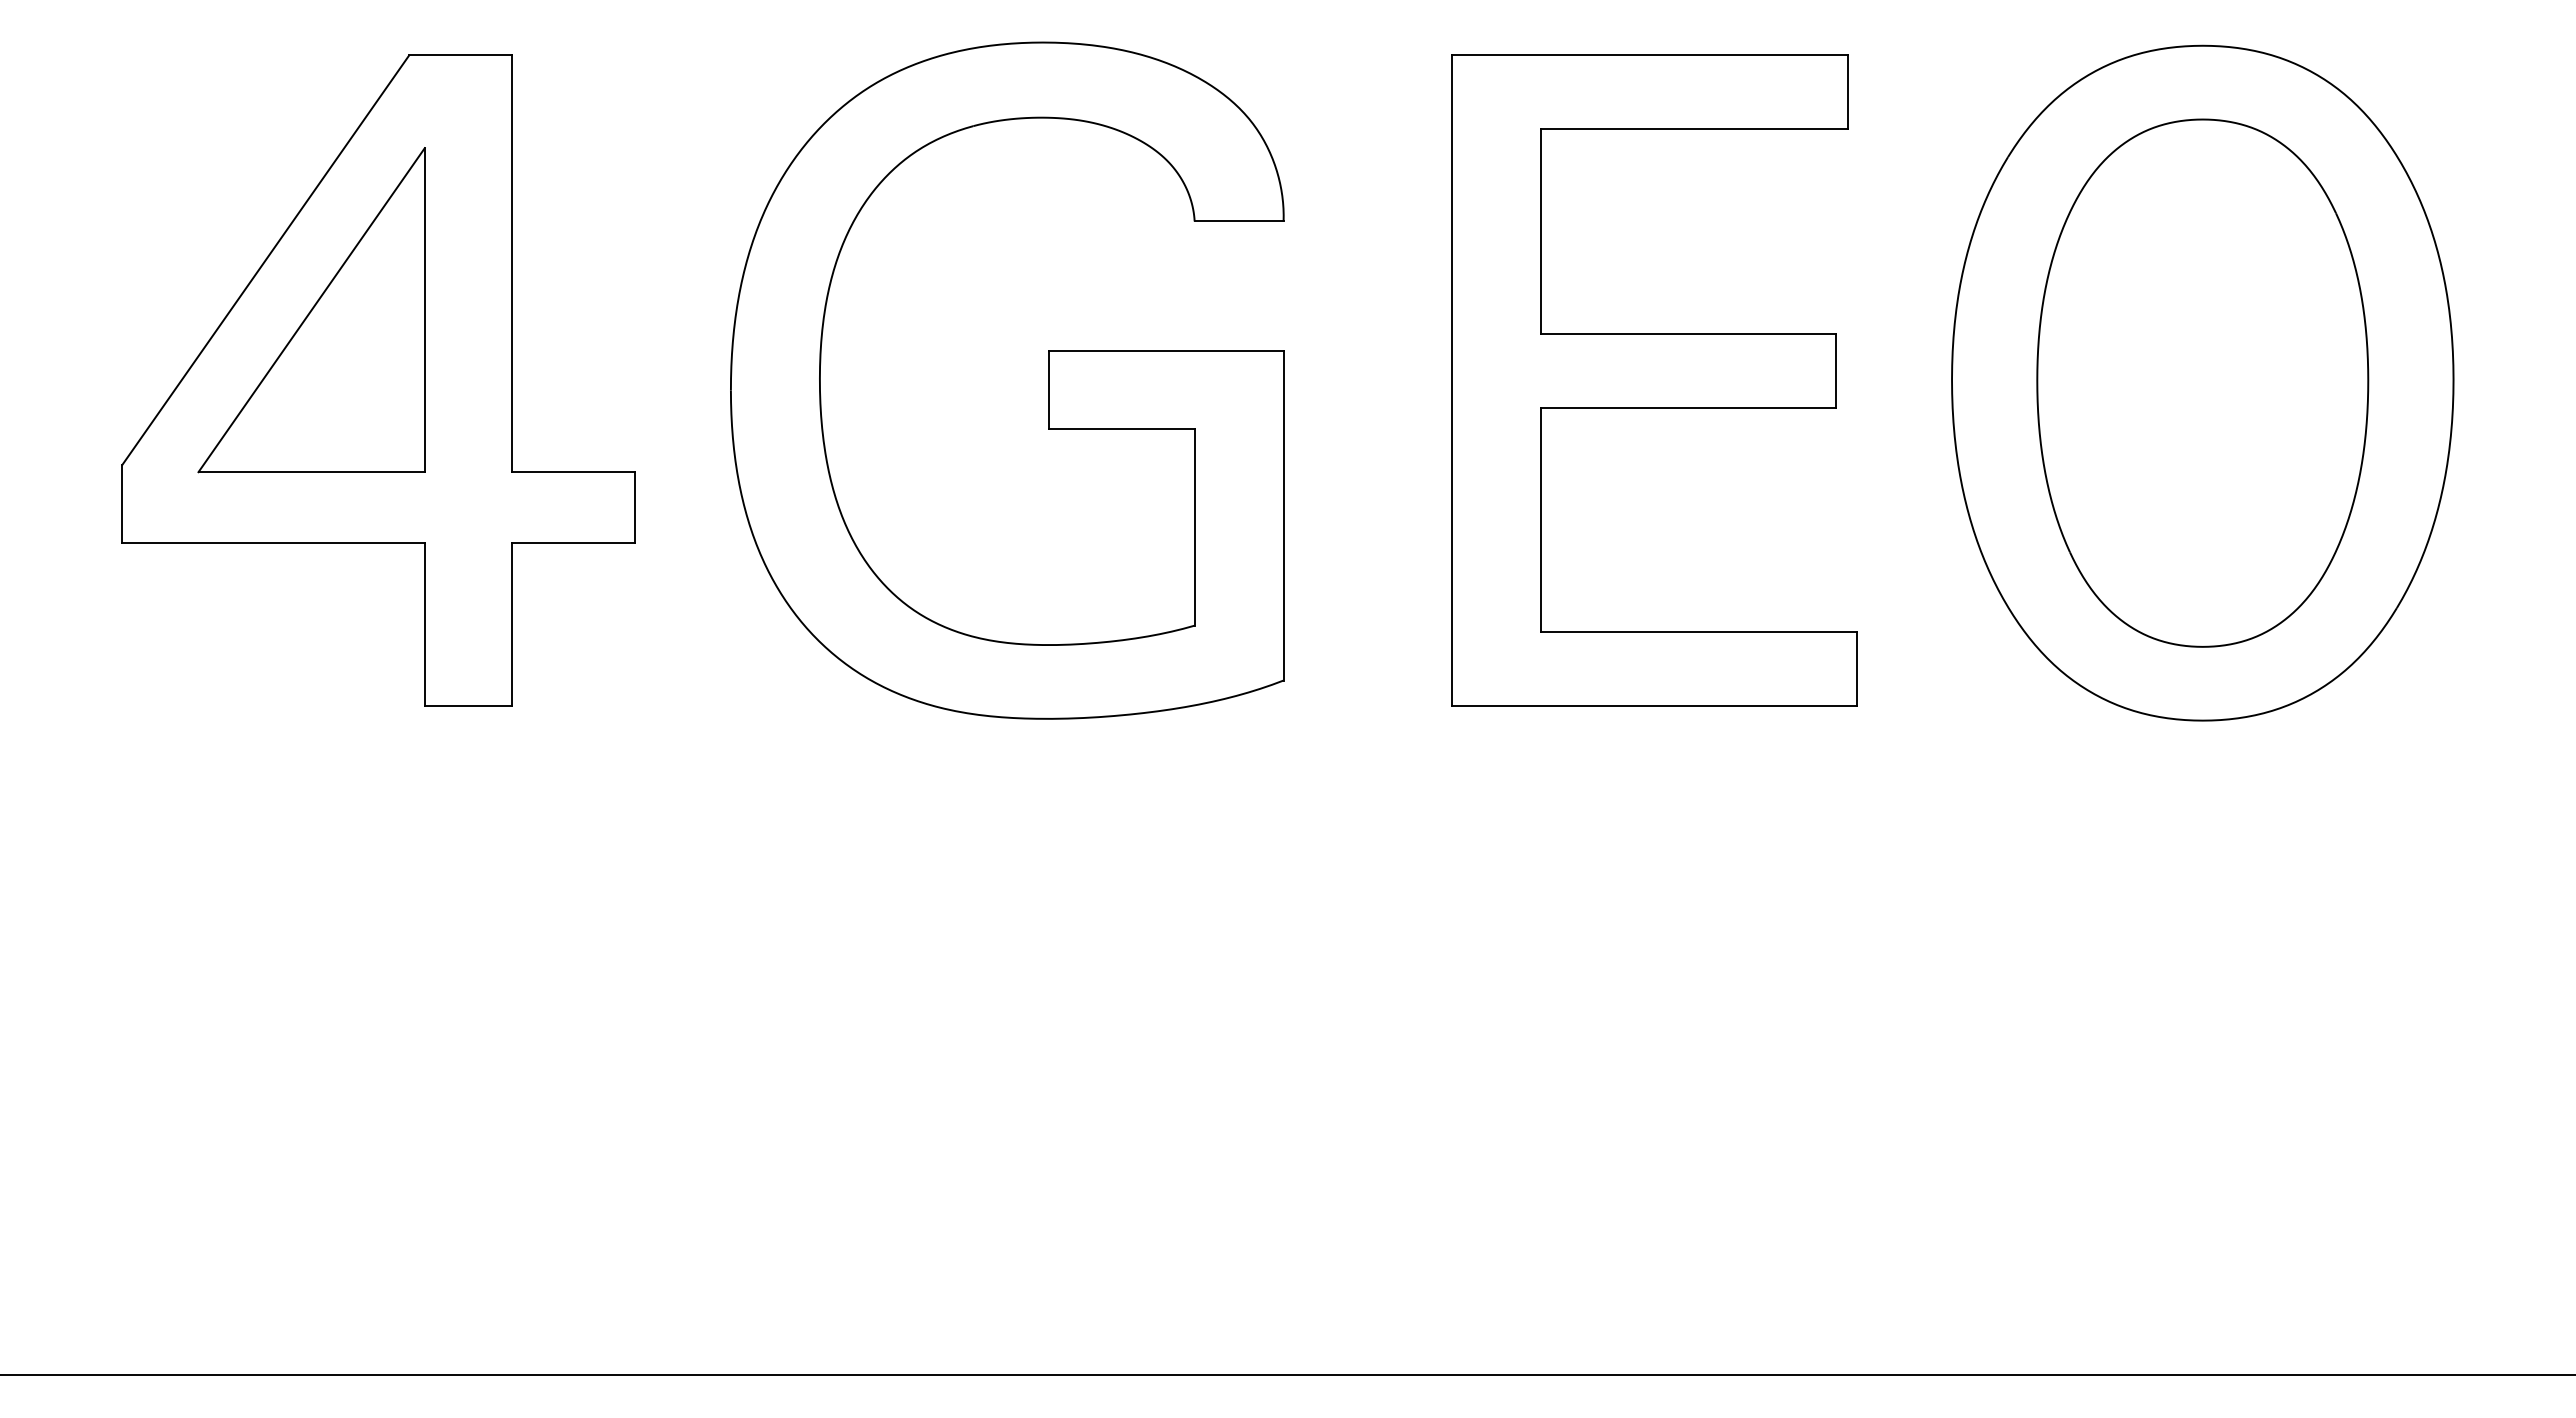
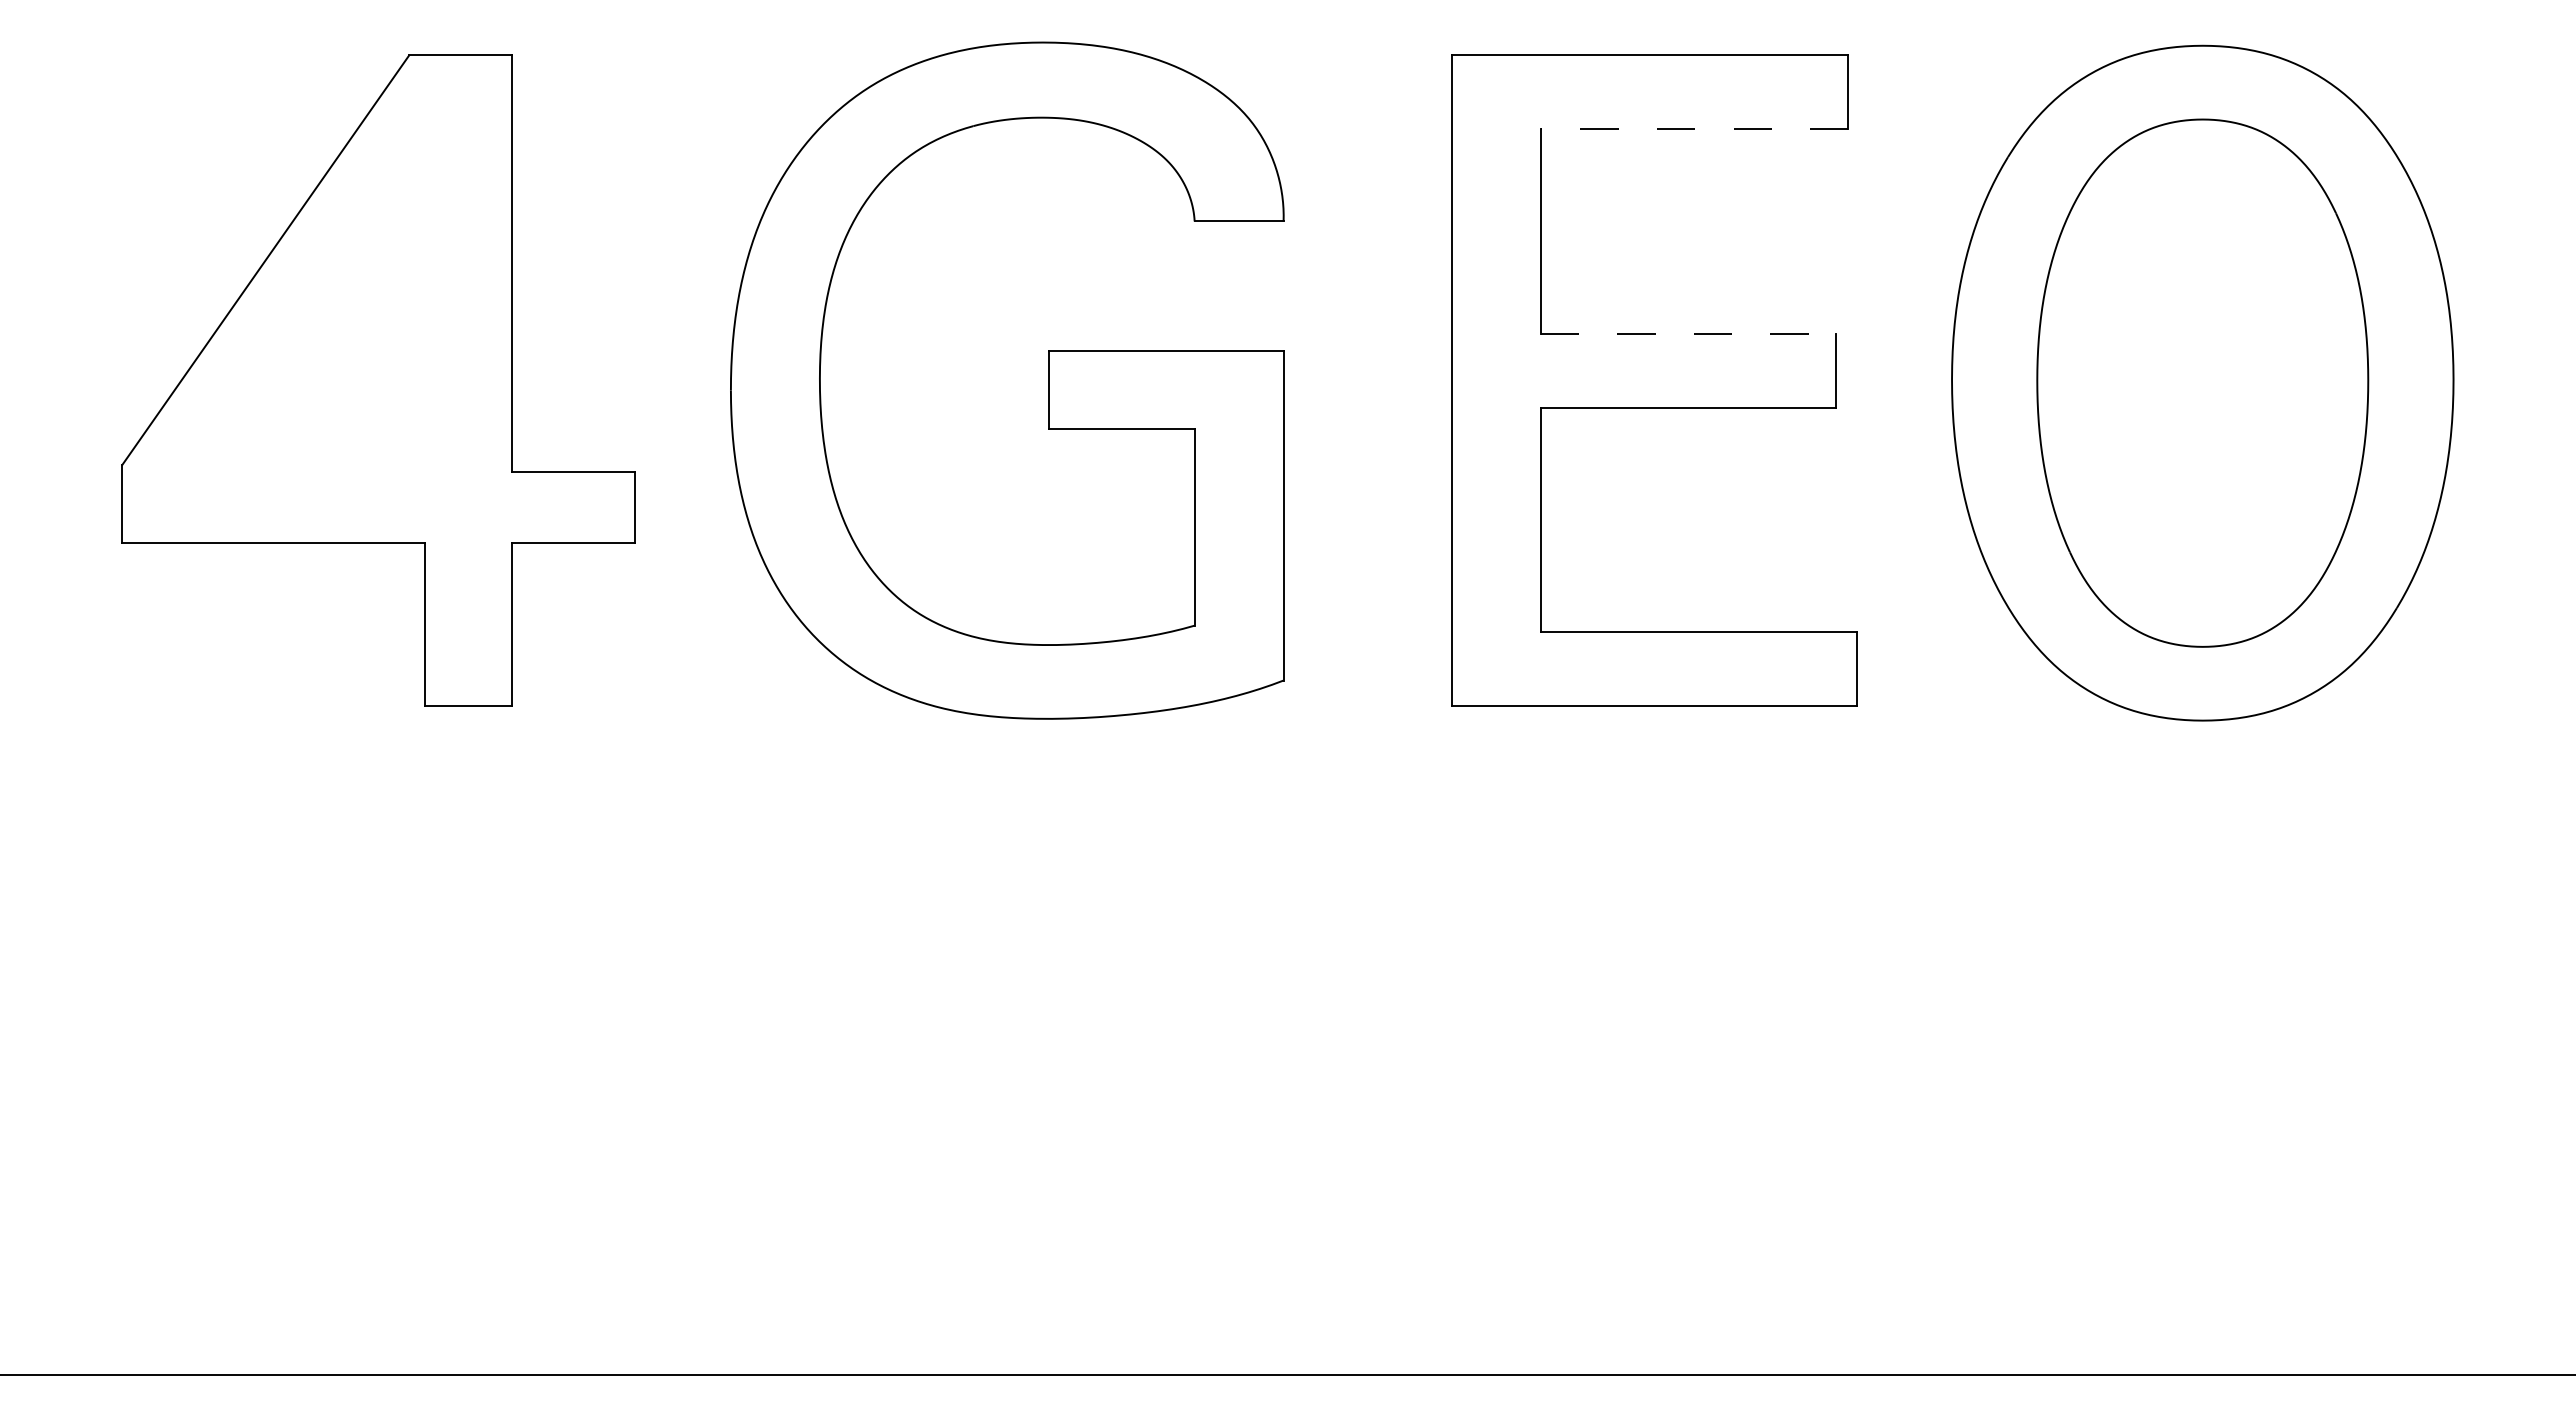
line at (1694, 129): solid -> dashed
part at (311, 310): present -> none
line at (1688, 334): solid -> dashed
